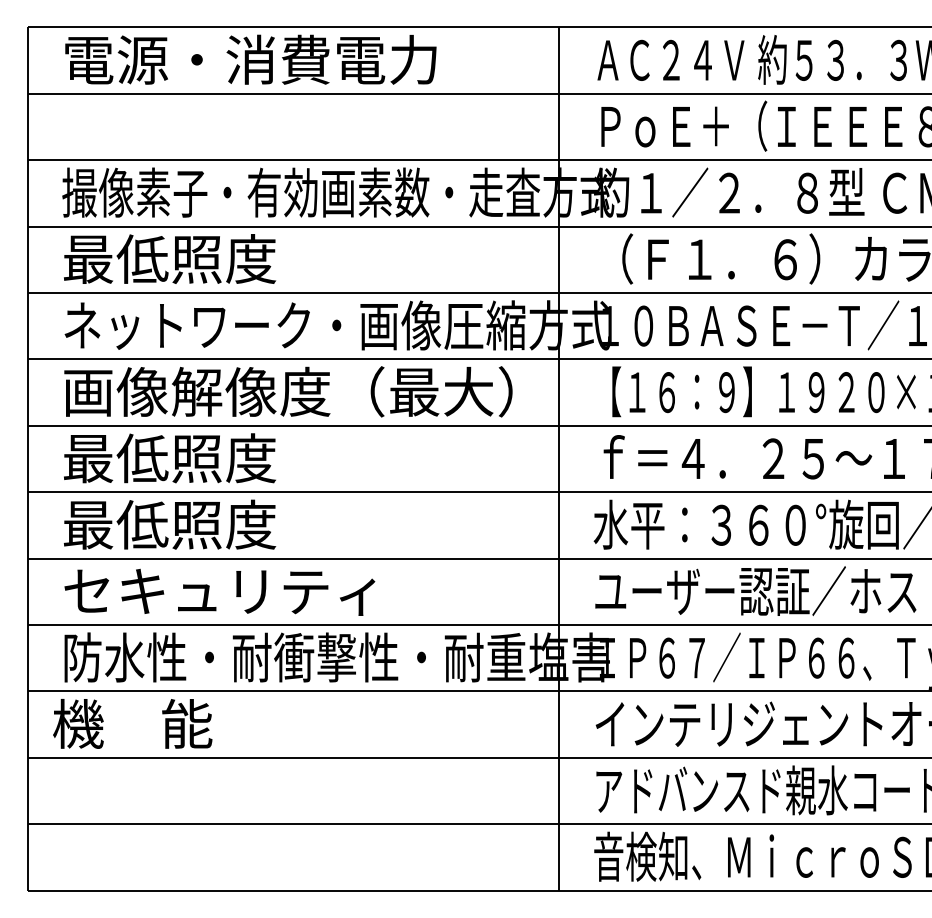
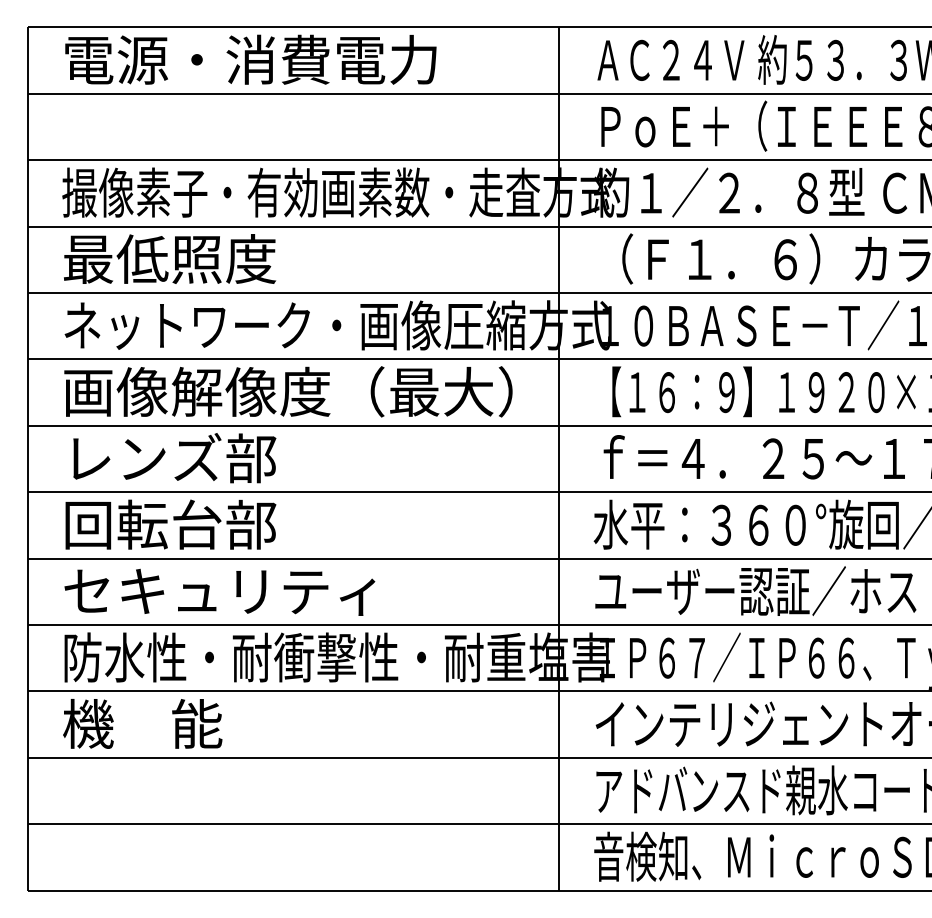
text at (170, 458): 最低照度 -> レンズ部
text at (169, 524): 最低照度 -> 回転台部
text at (132, 723) position: (132, 723) -> (142, 723)
